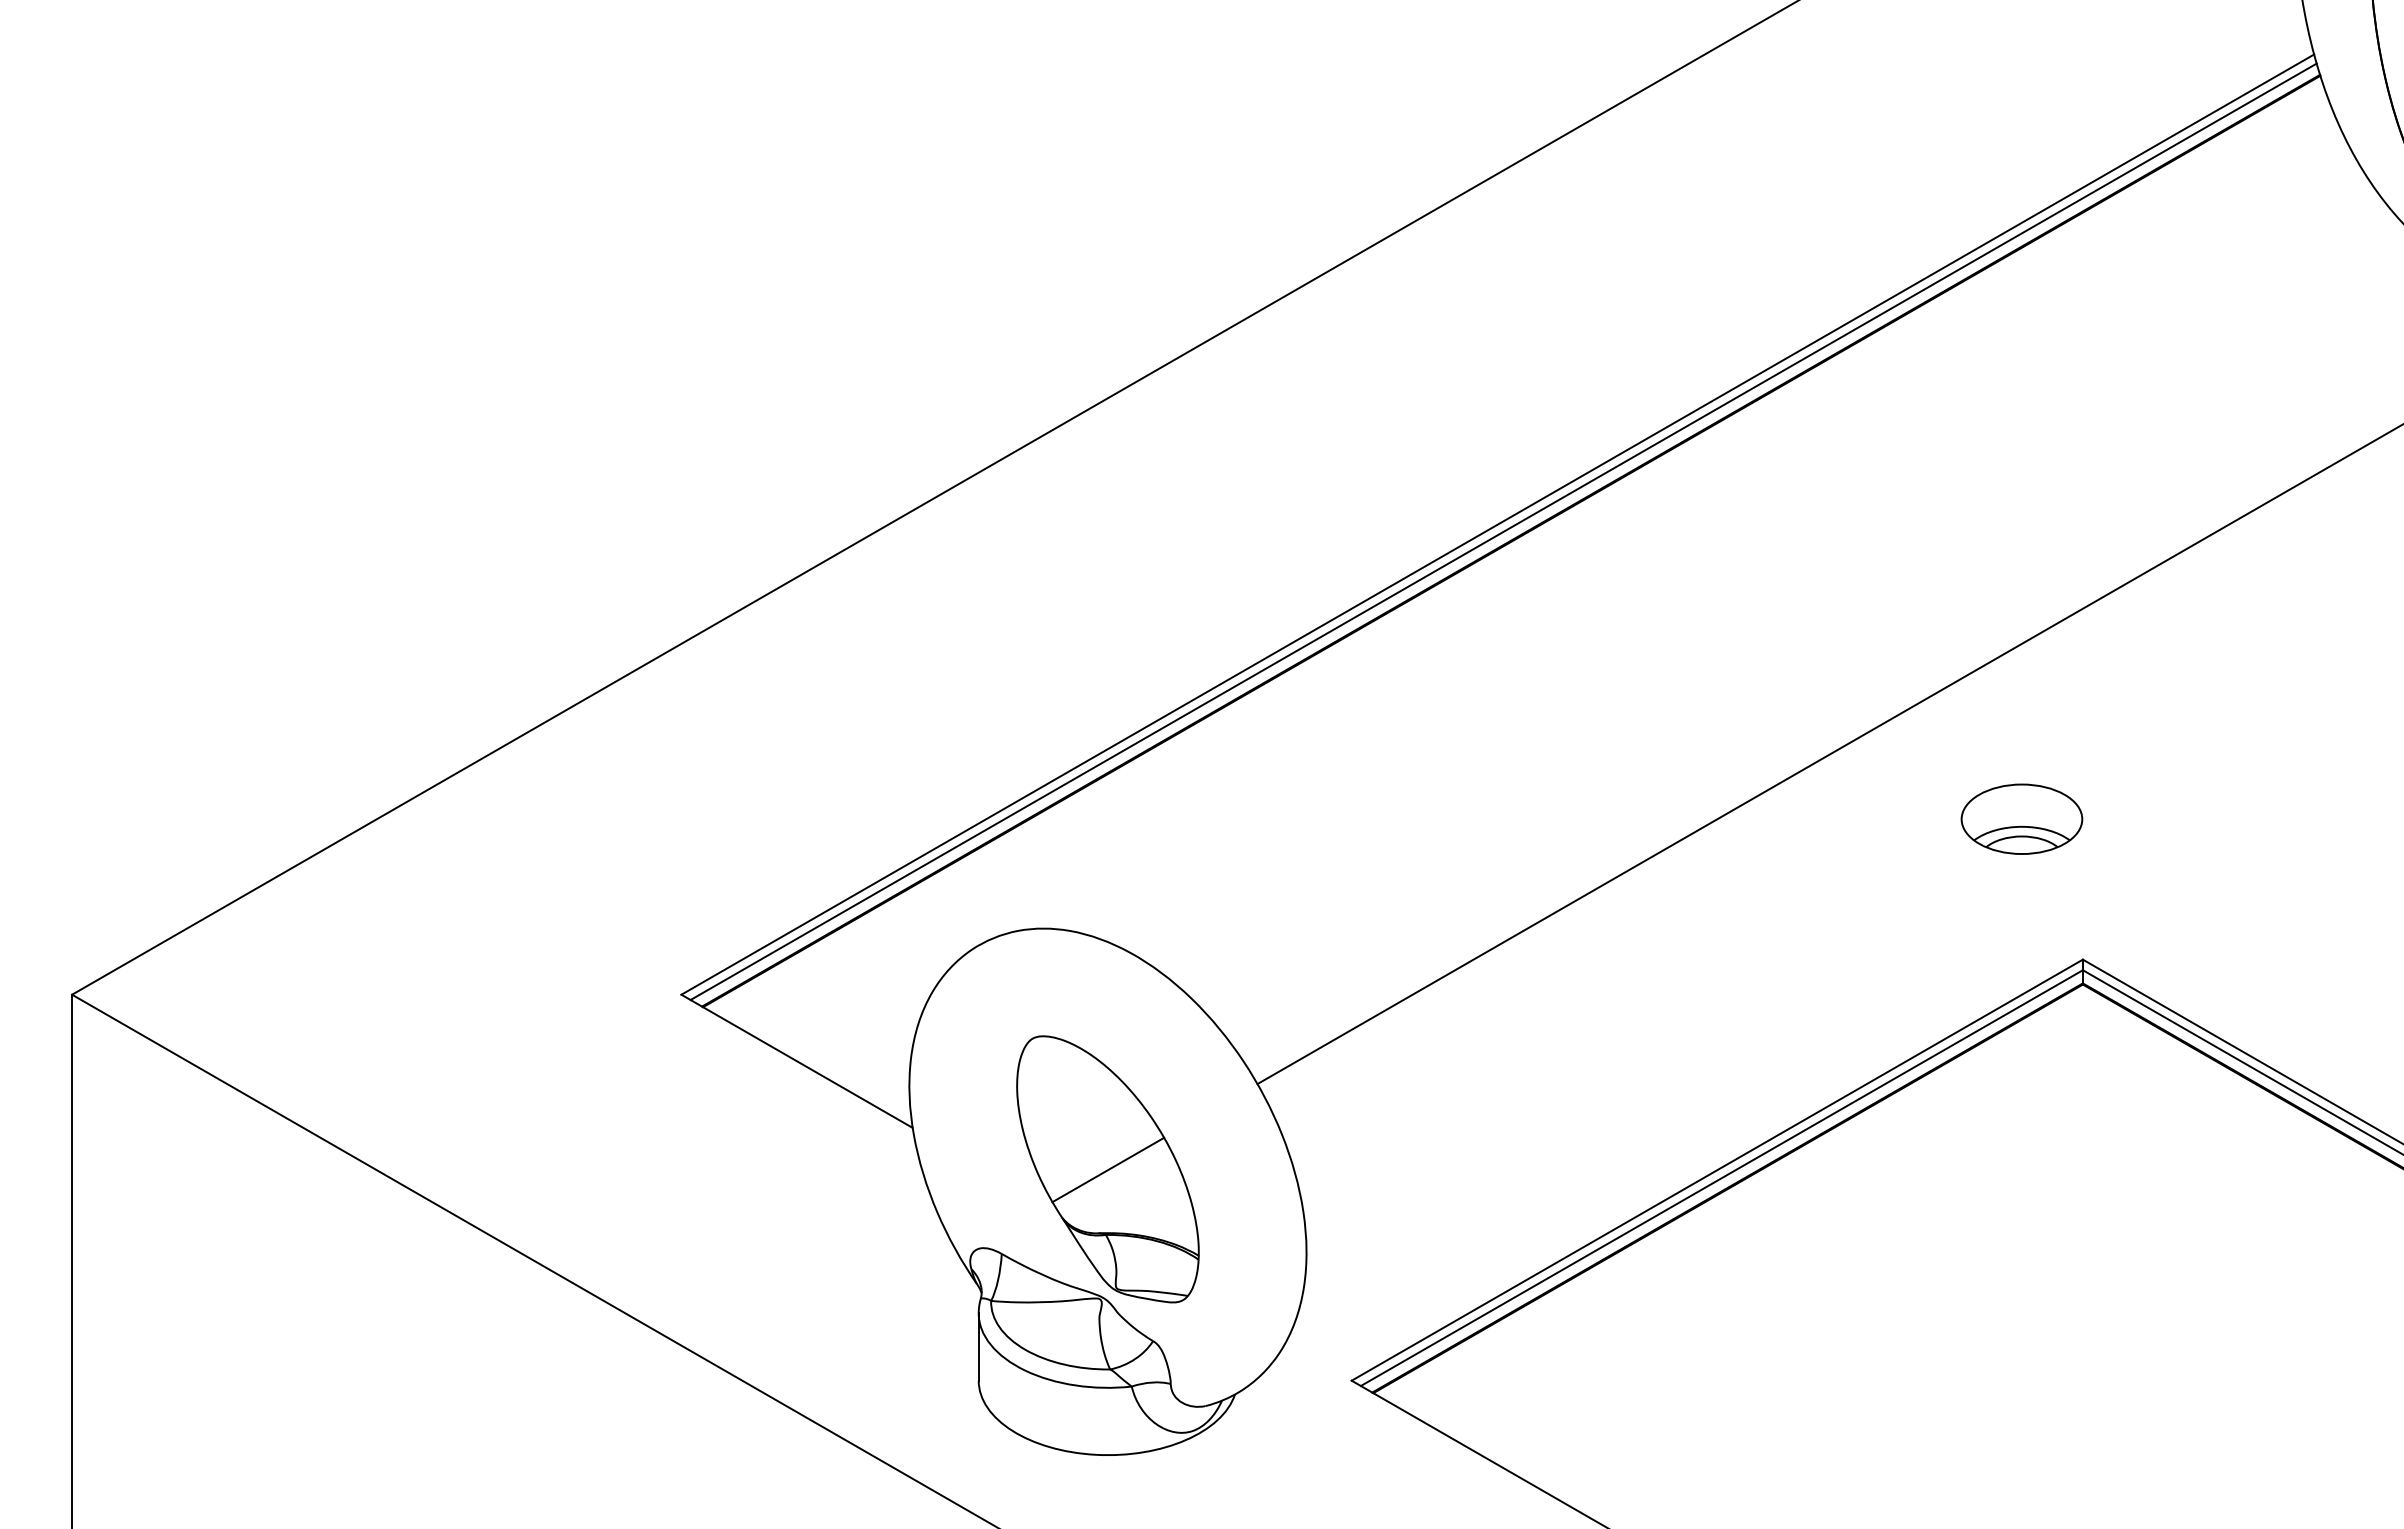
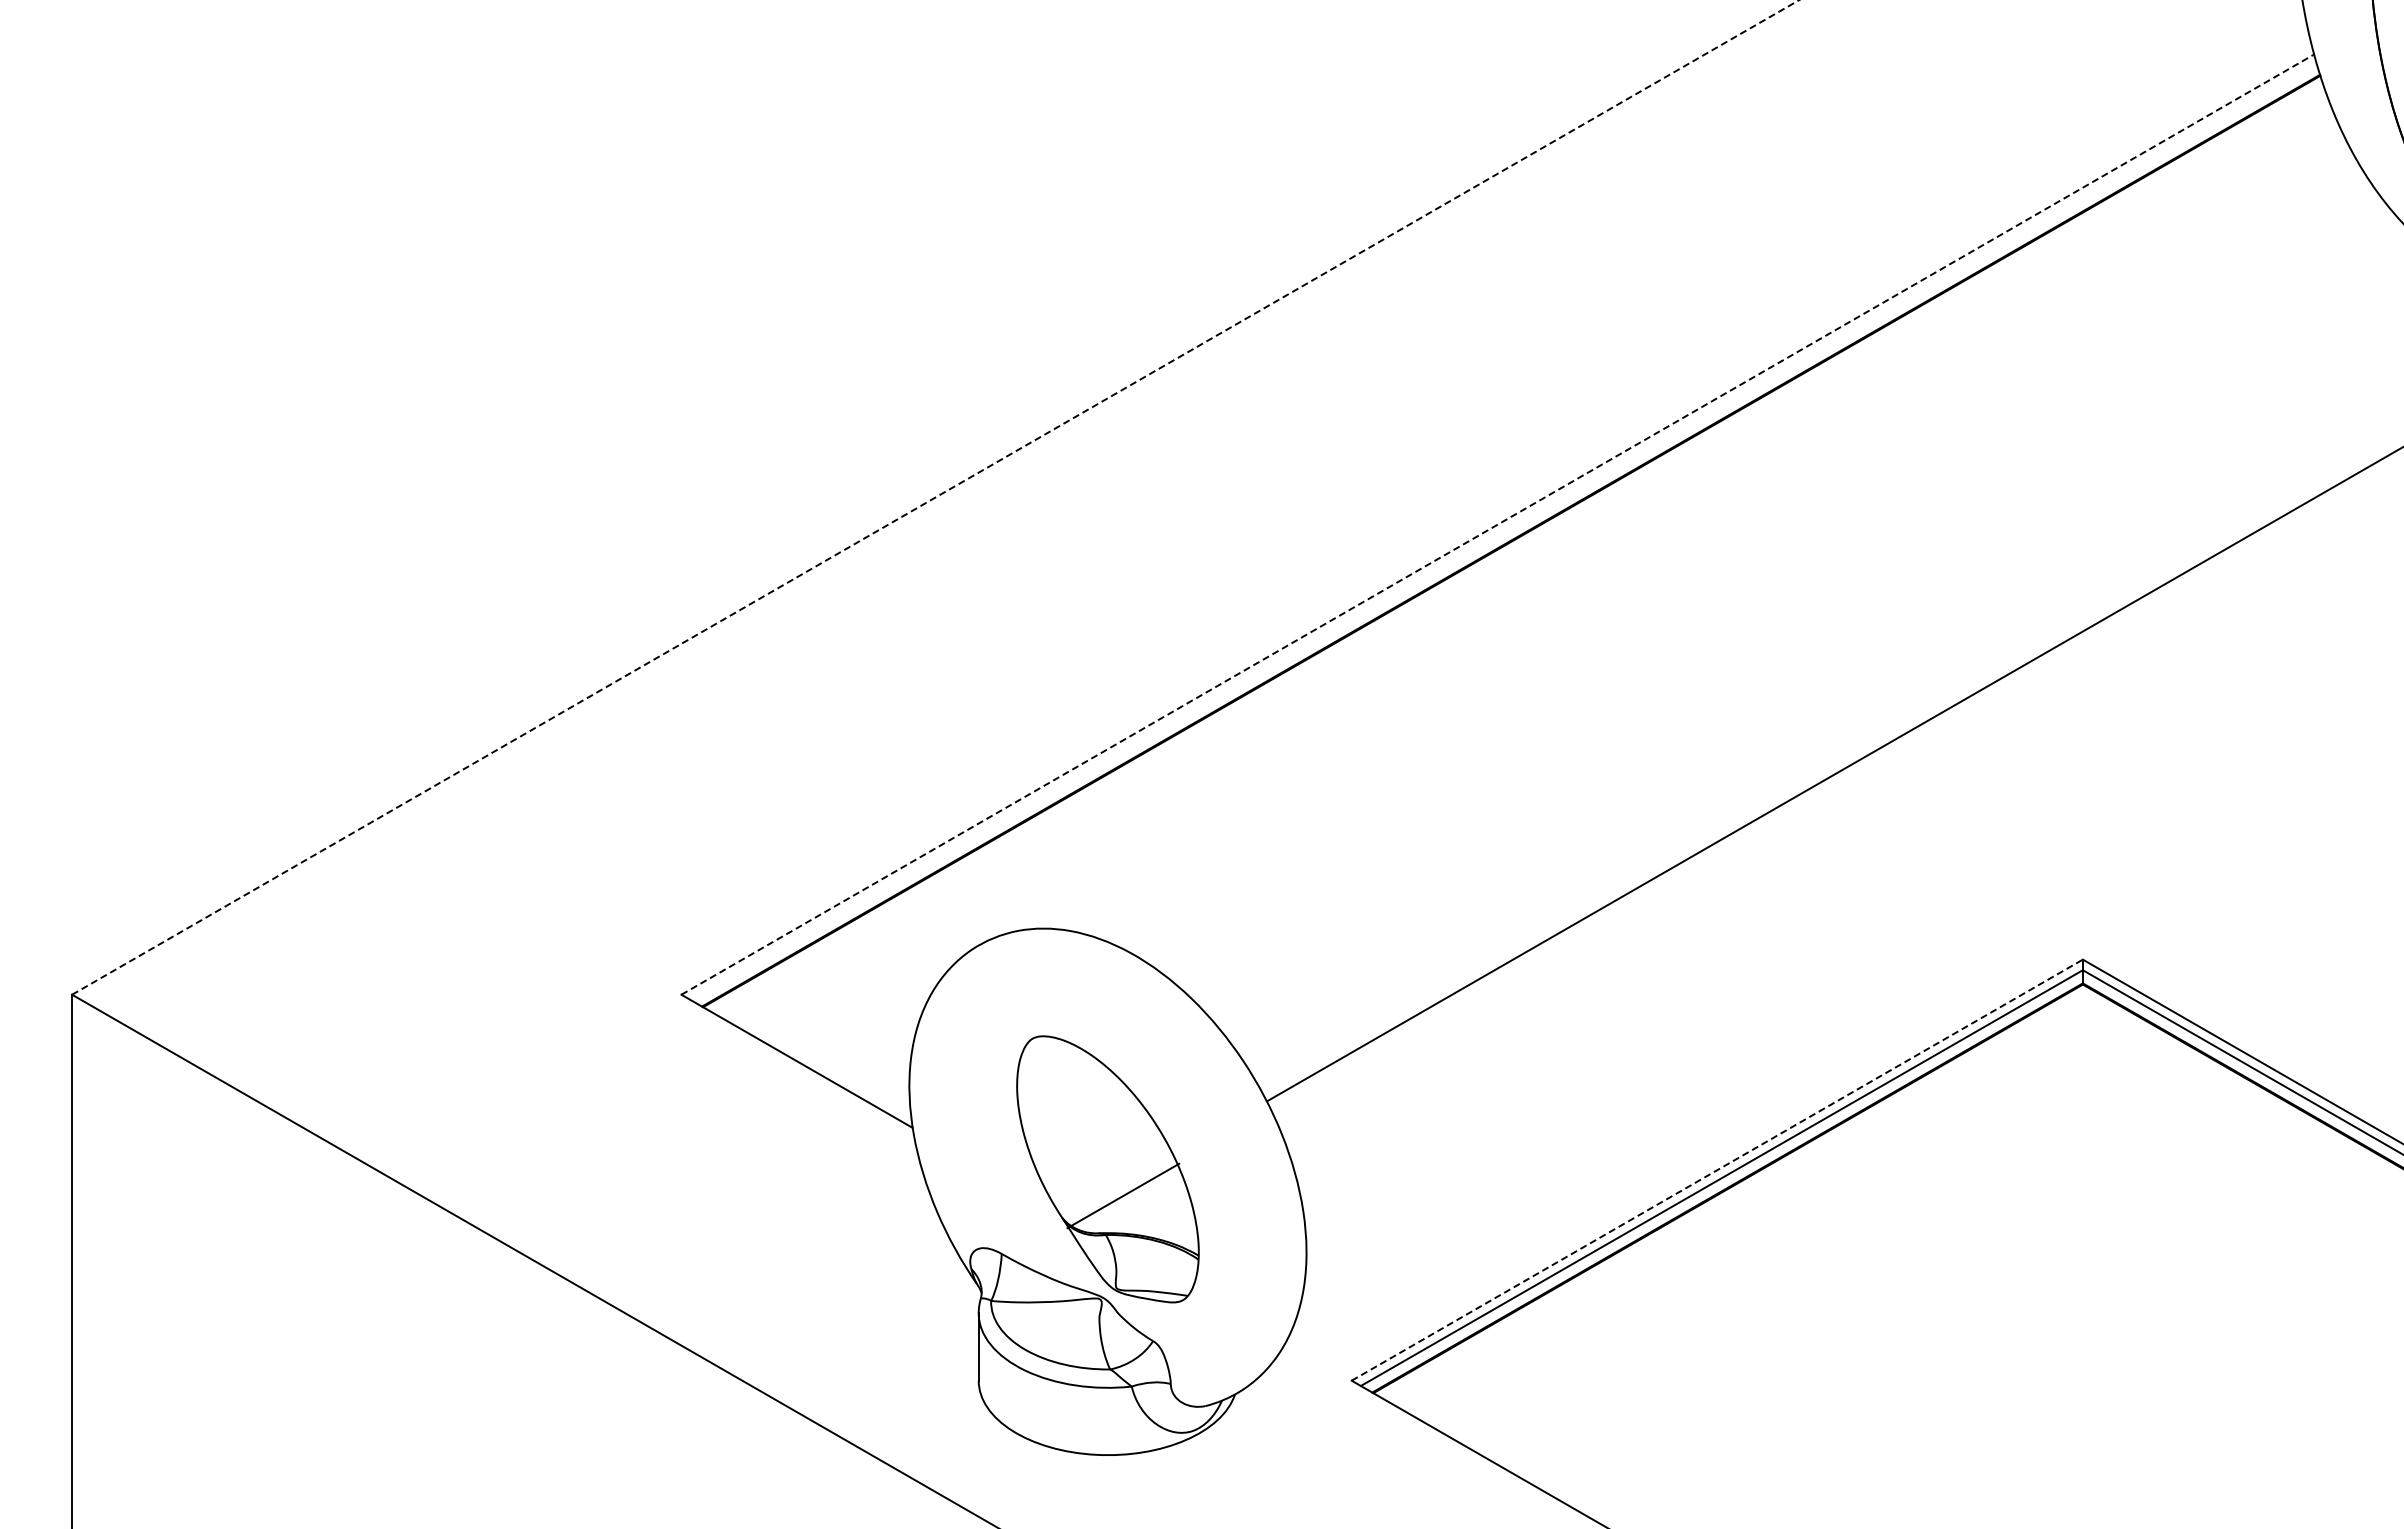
line at (935, 497): solid -> dashed
line at (1498, 524): solid -> dashed
line at (1503, 531): present -> none
line at (1828, 754) position: (1828, 754) -> (1833, 774)
part at (2021, 818): present -> none
line at (1108, 1169) position: (1108, 1169) -> (1123, 1195)
line at (1717, 1170): solid -> dashed
